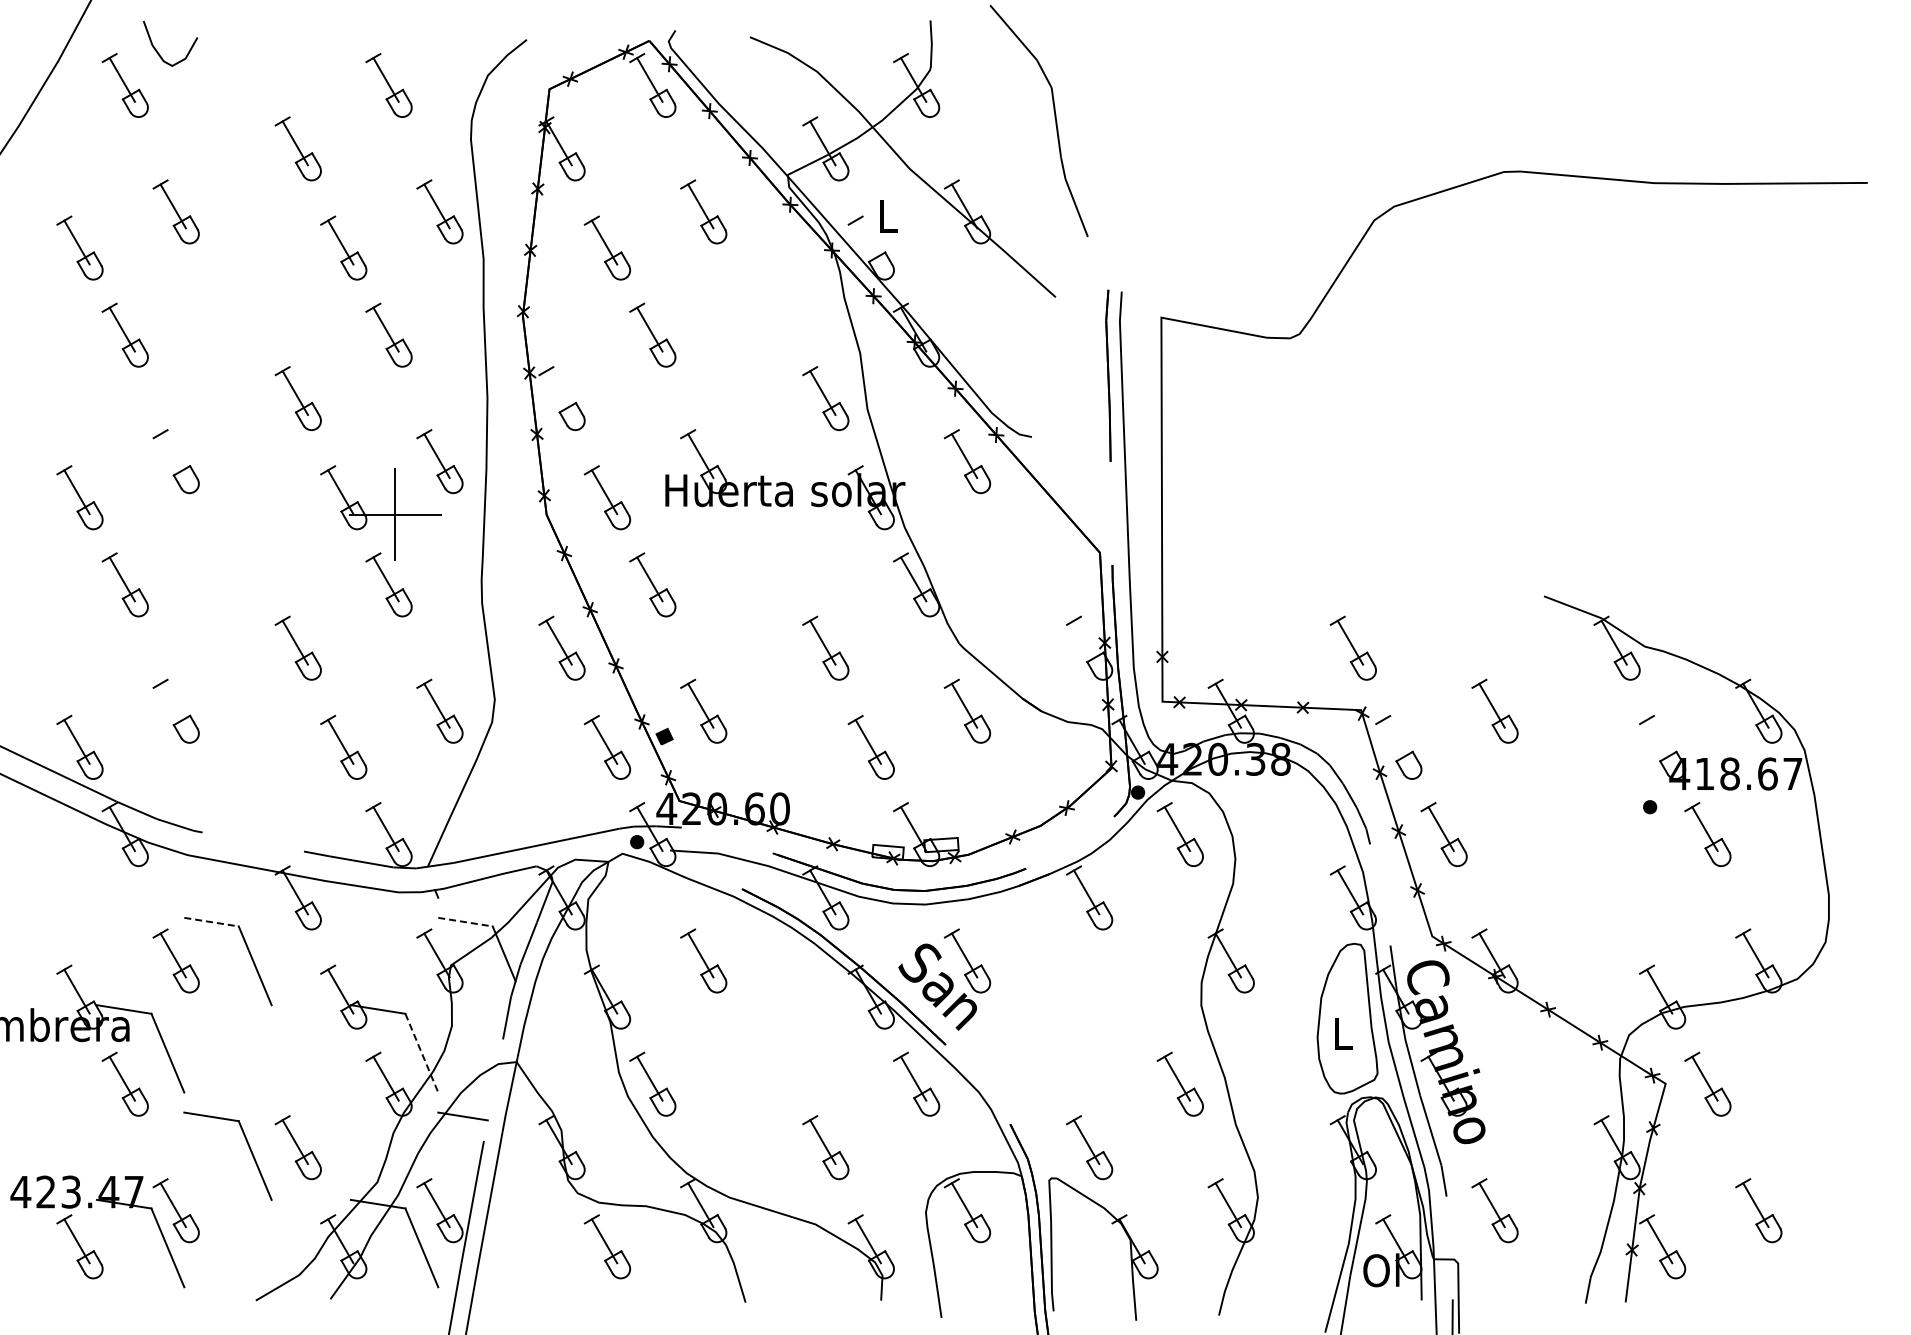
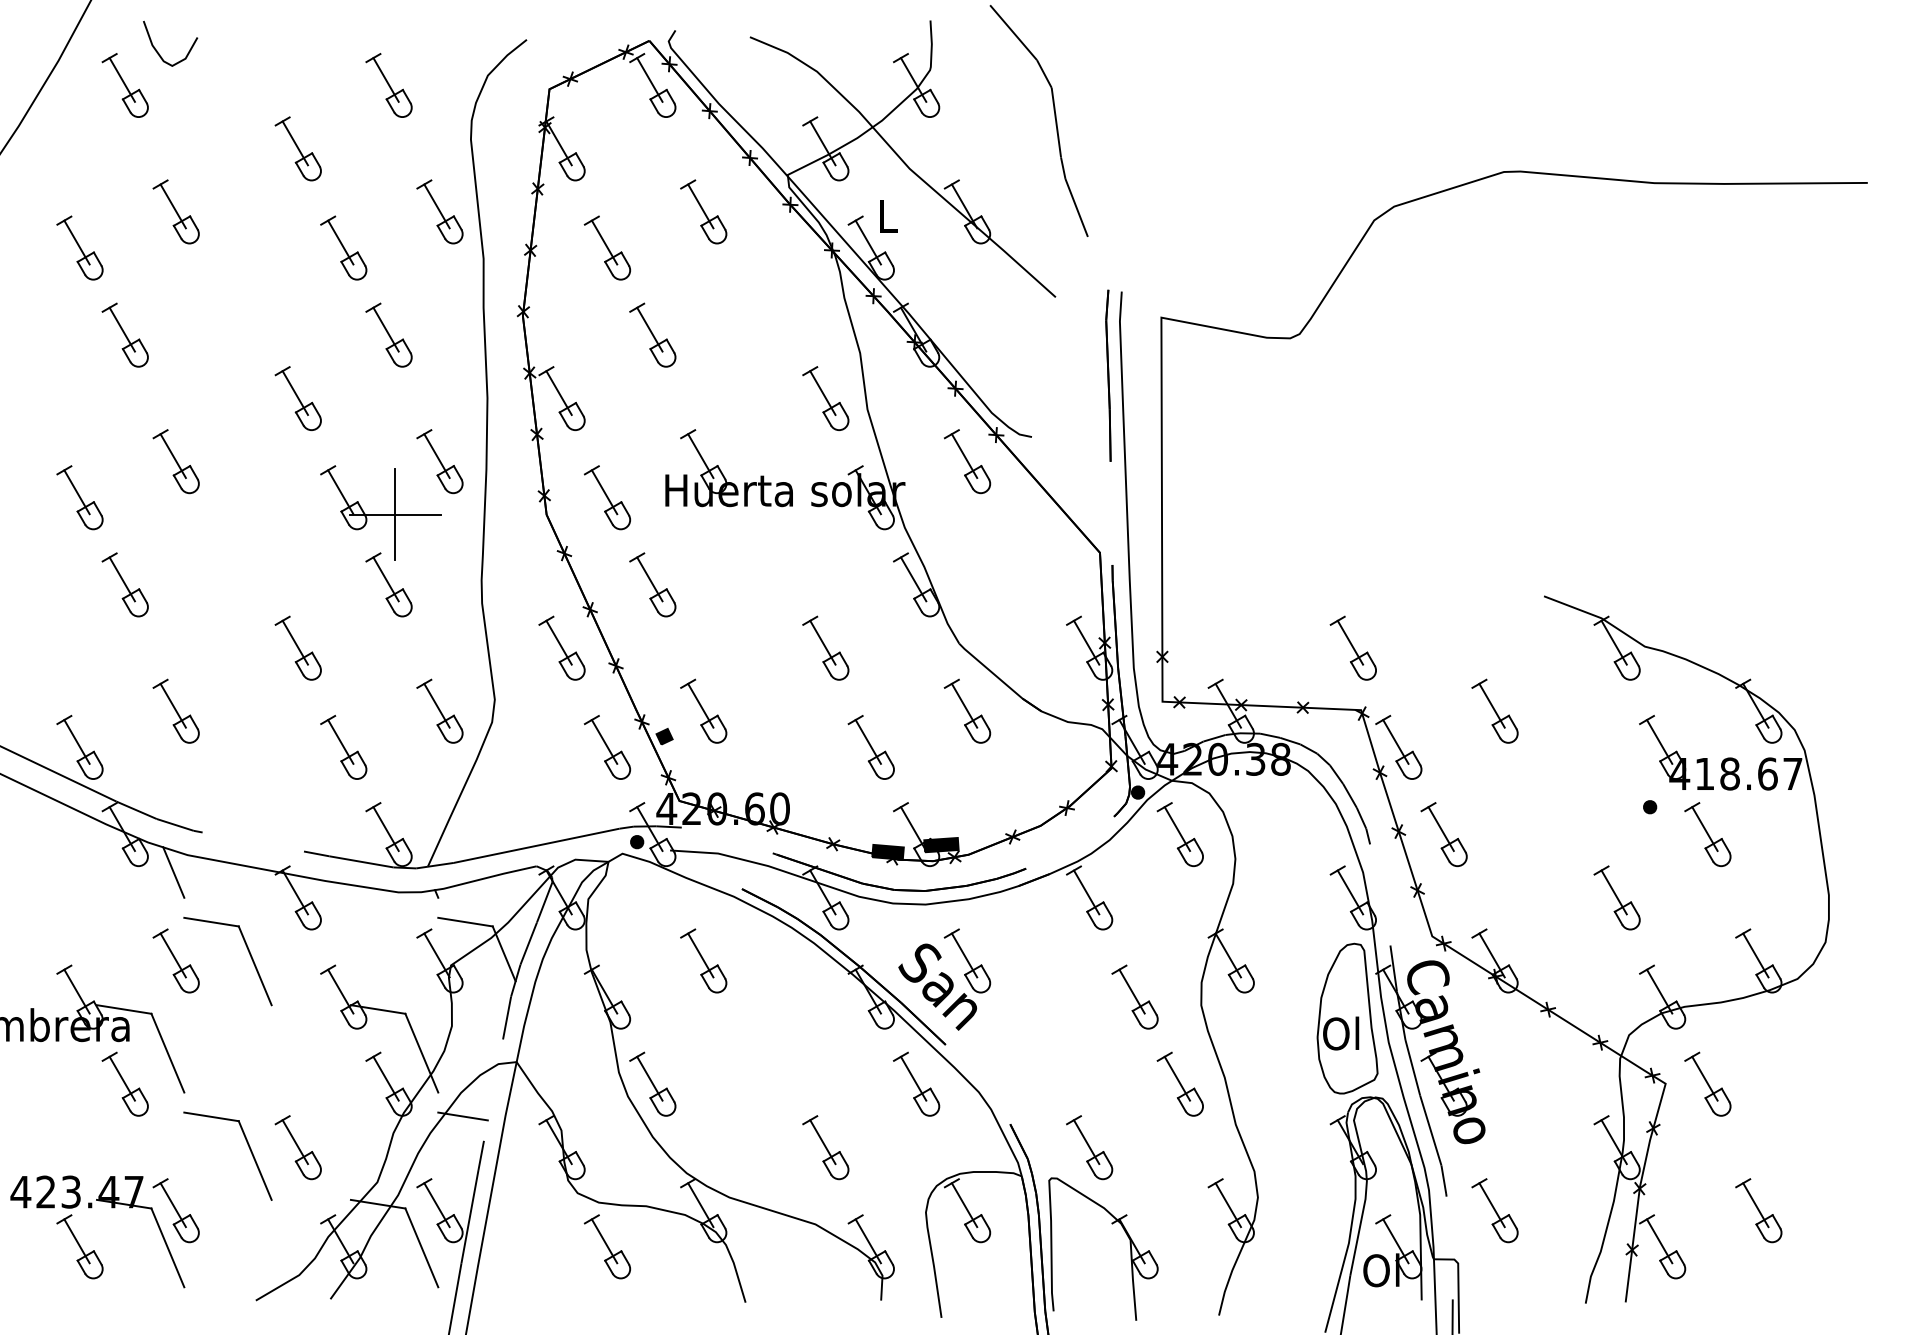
line at (867, 242): none -> present
line at (558, 392): none -> present
line at (172, 456): none -> present
line at (1086, 642): none -> present
line at (172, 705): none -> present
line at (1395, 741): none -> present
line at (1659, 741): none -> present
fill at (941, 844): none -> present
fill at (887, 851): none -> present
line at (173, 872): none -> present
part at (1616, 897): none -> present
line at (211, 922): dashed -> solid
line at (465, 922): dashed -> solid
part at (1134, 996): none -> present
text at (1341, 1033): L -> Ol
line at (421, 1053): dashed -> solid
